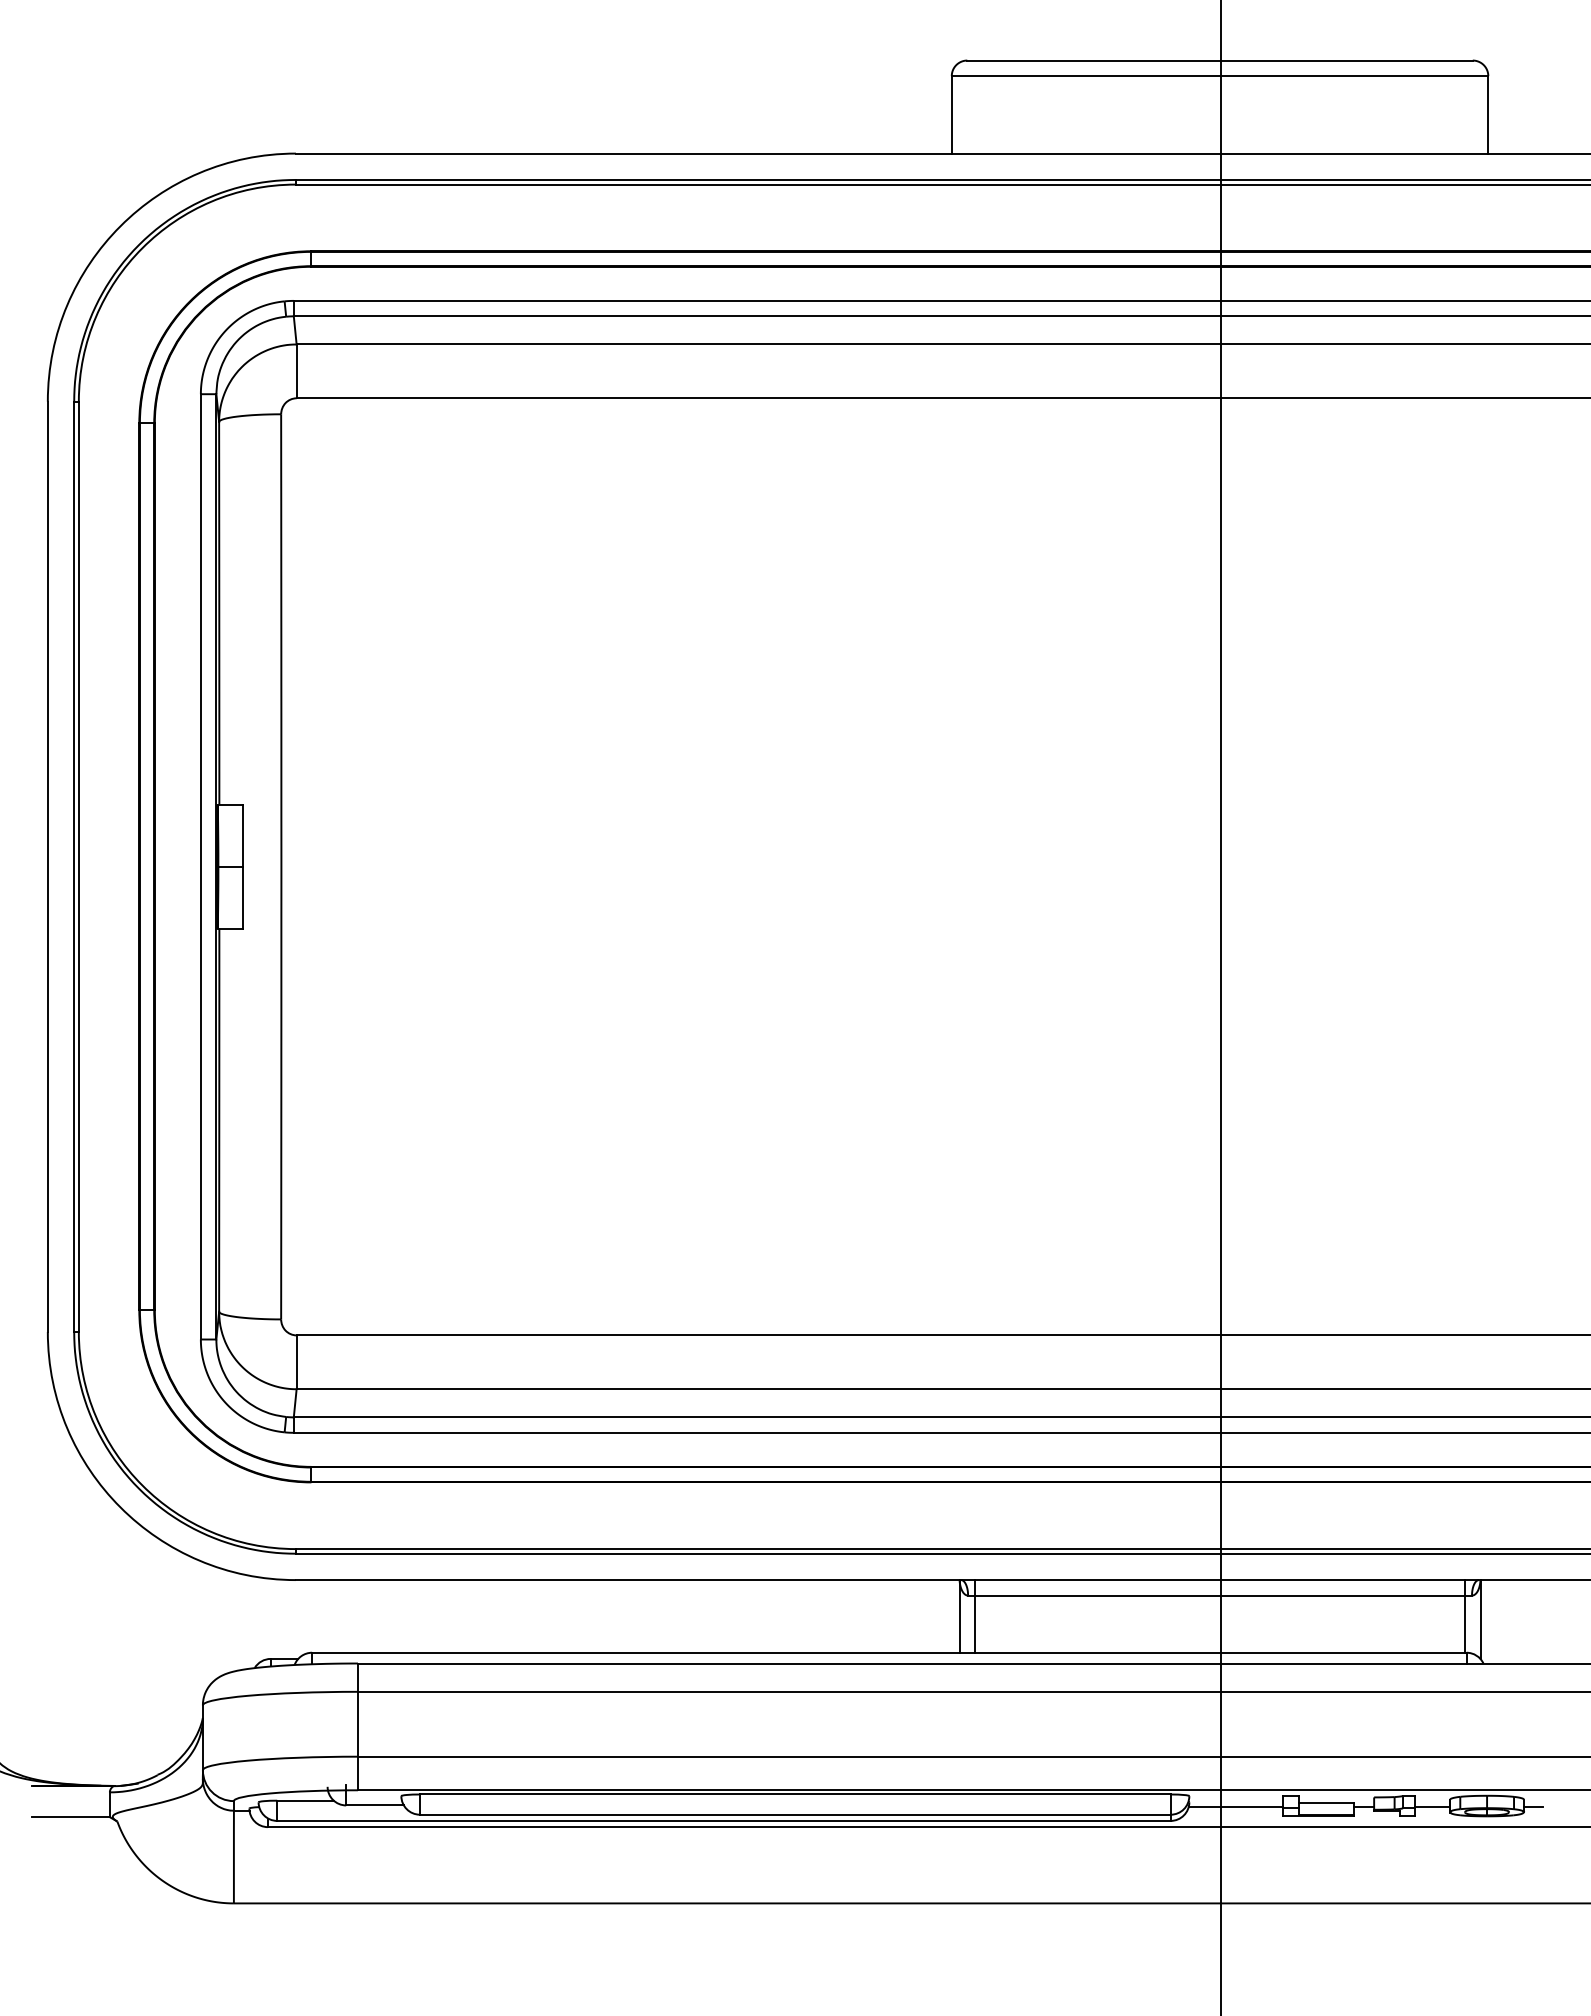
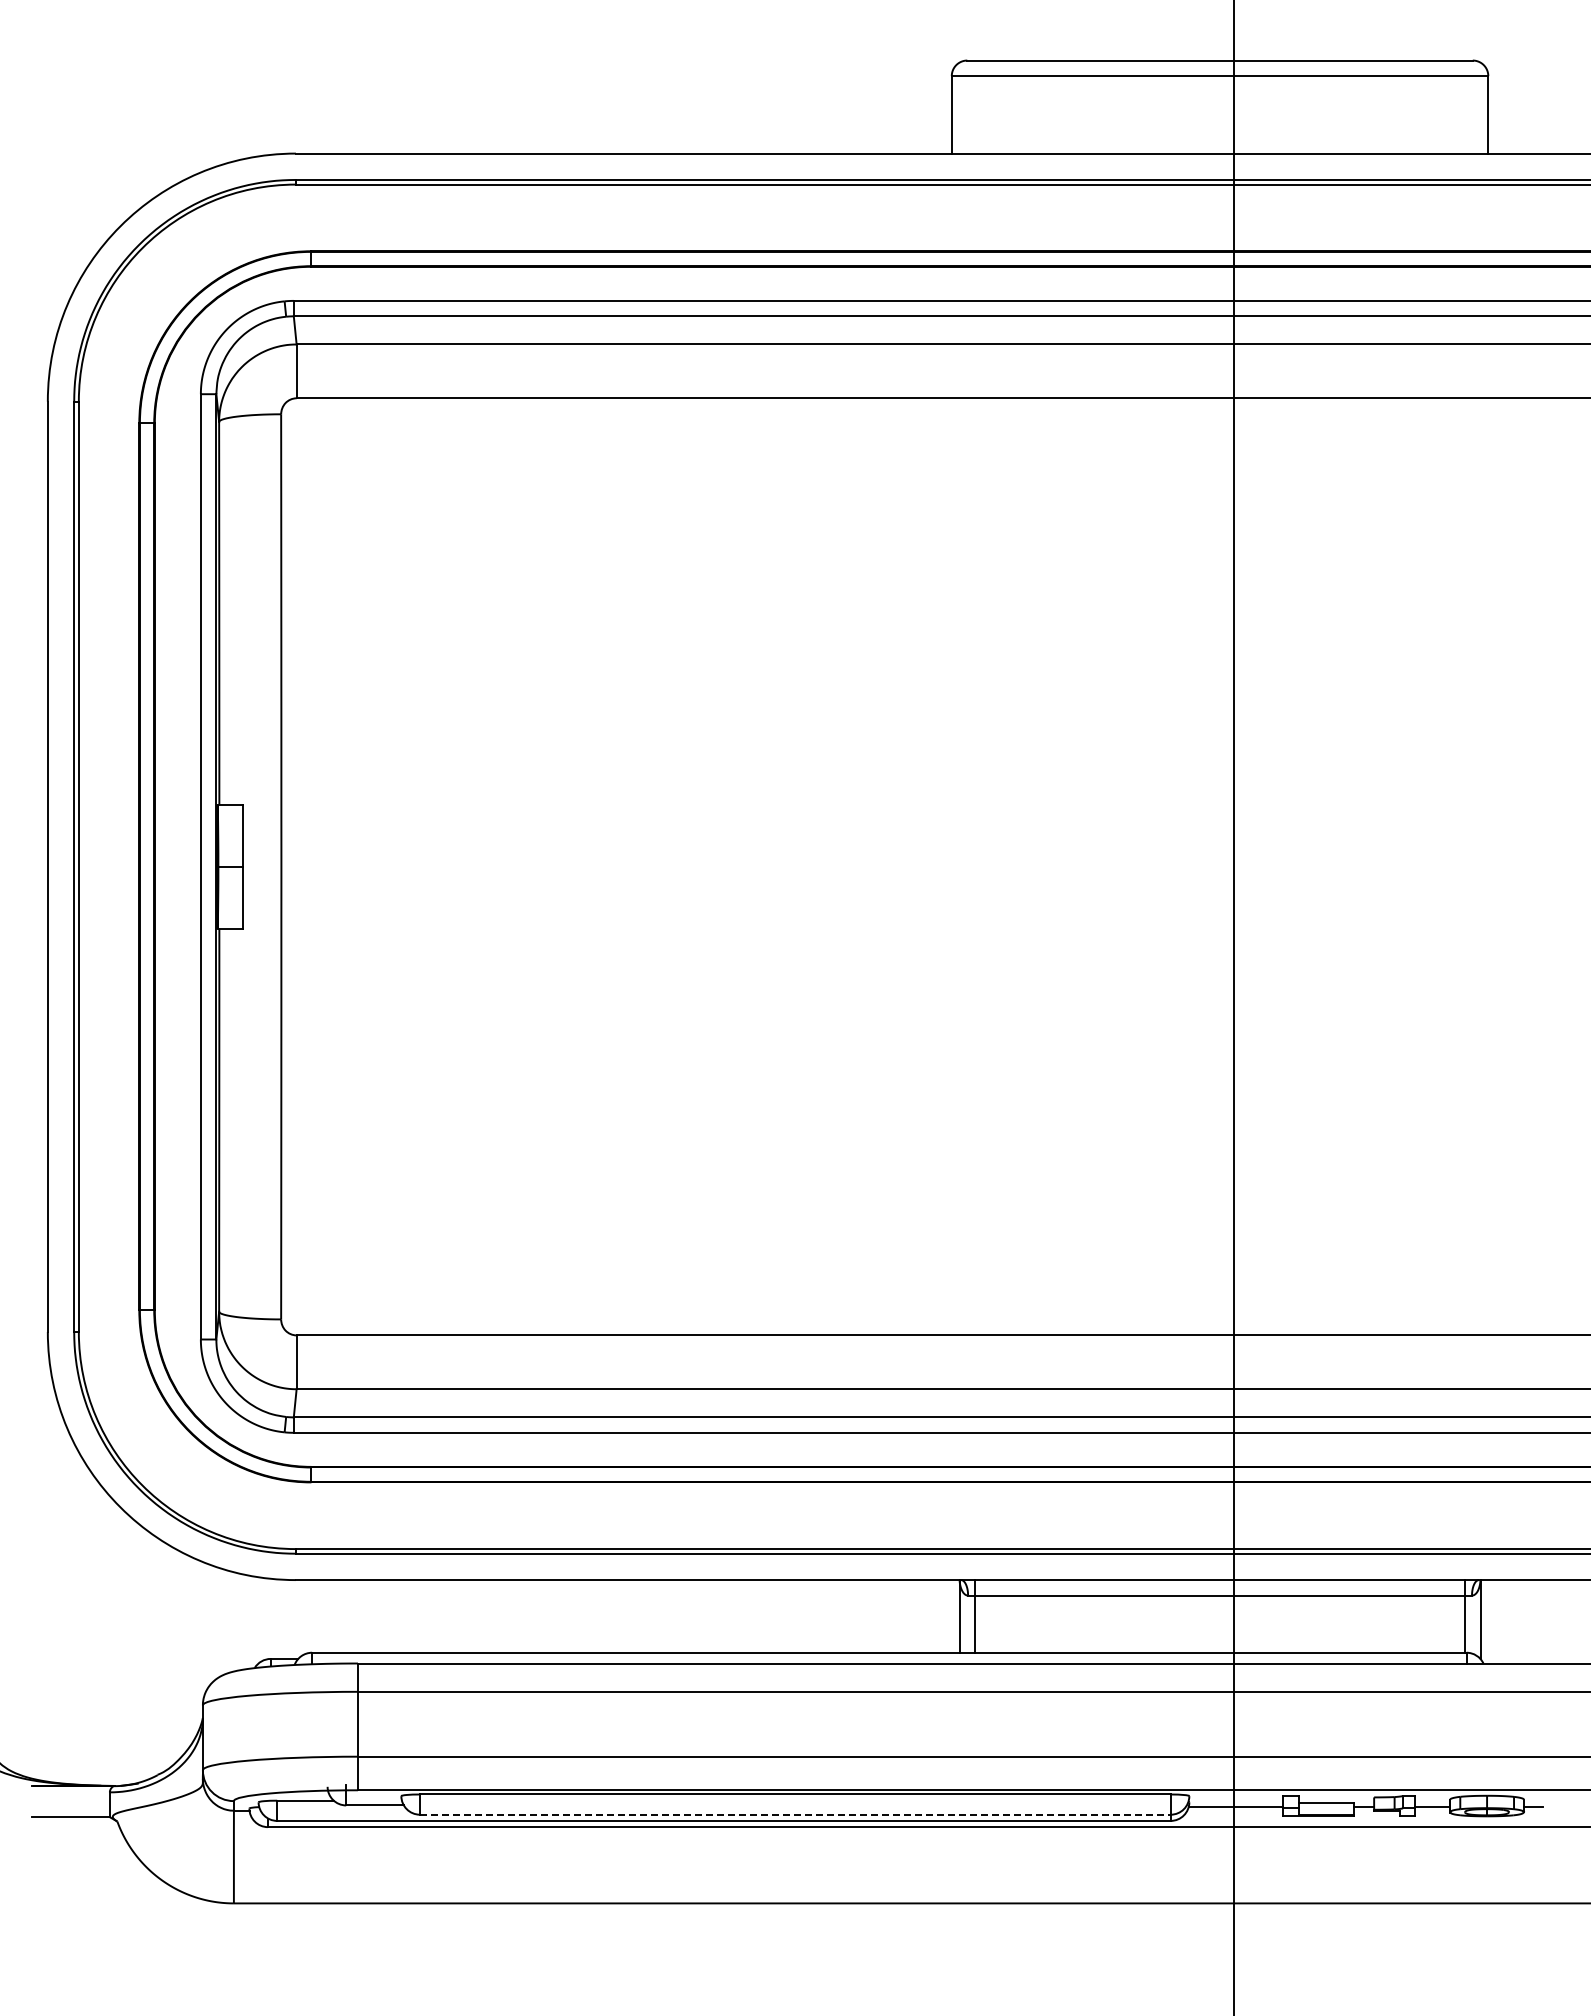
line at (1220, 1007) position: (1220, 1007) -> (1233, 1007)
line at (795, 1814): solid -> dashed
